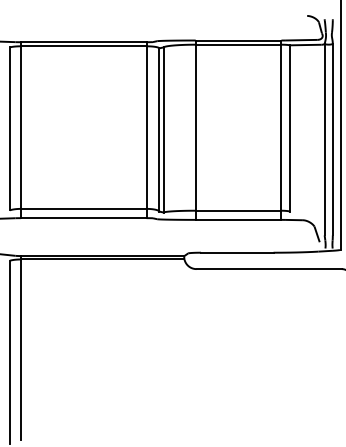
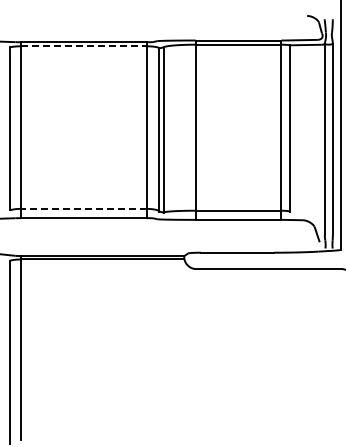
line at (83, 46): solid -> dashed
line at (83, 208): solid -> dashed
